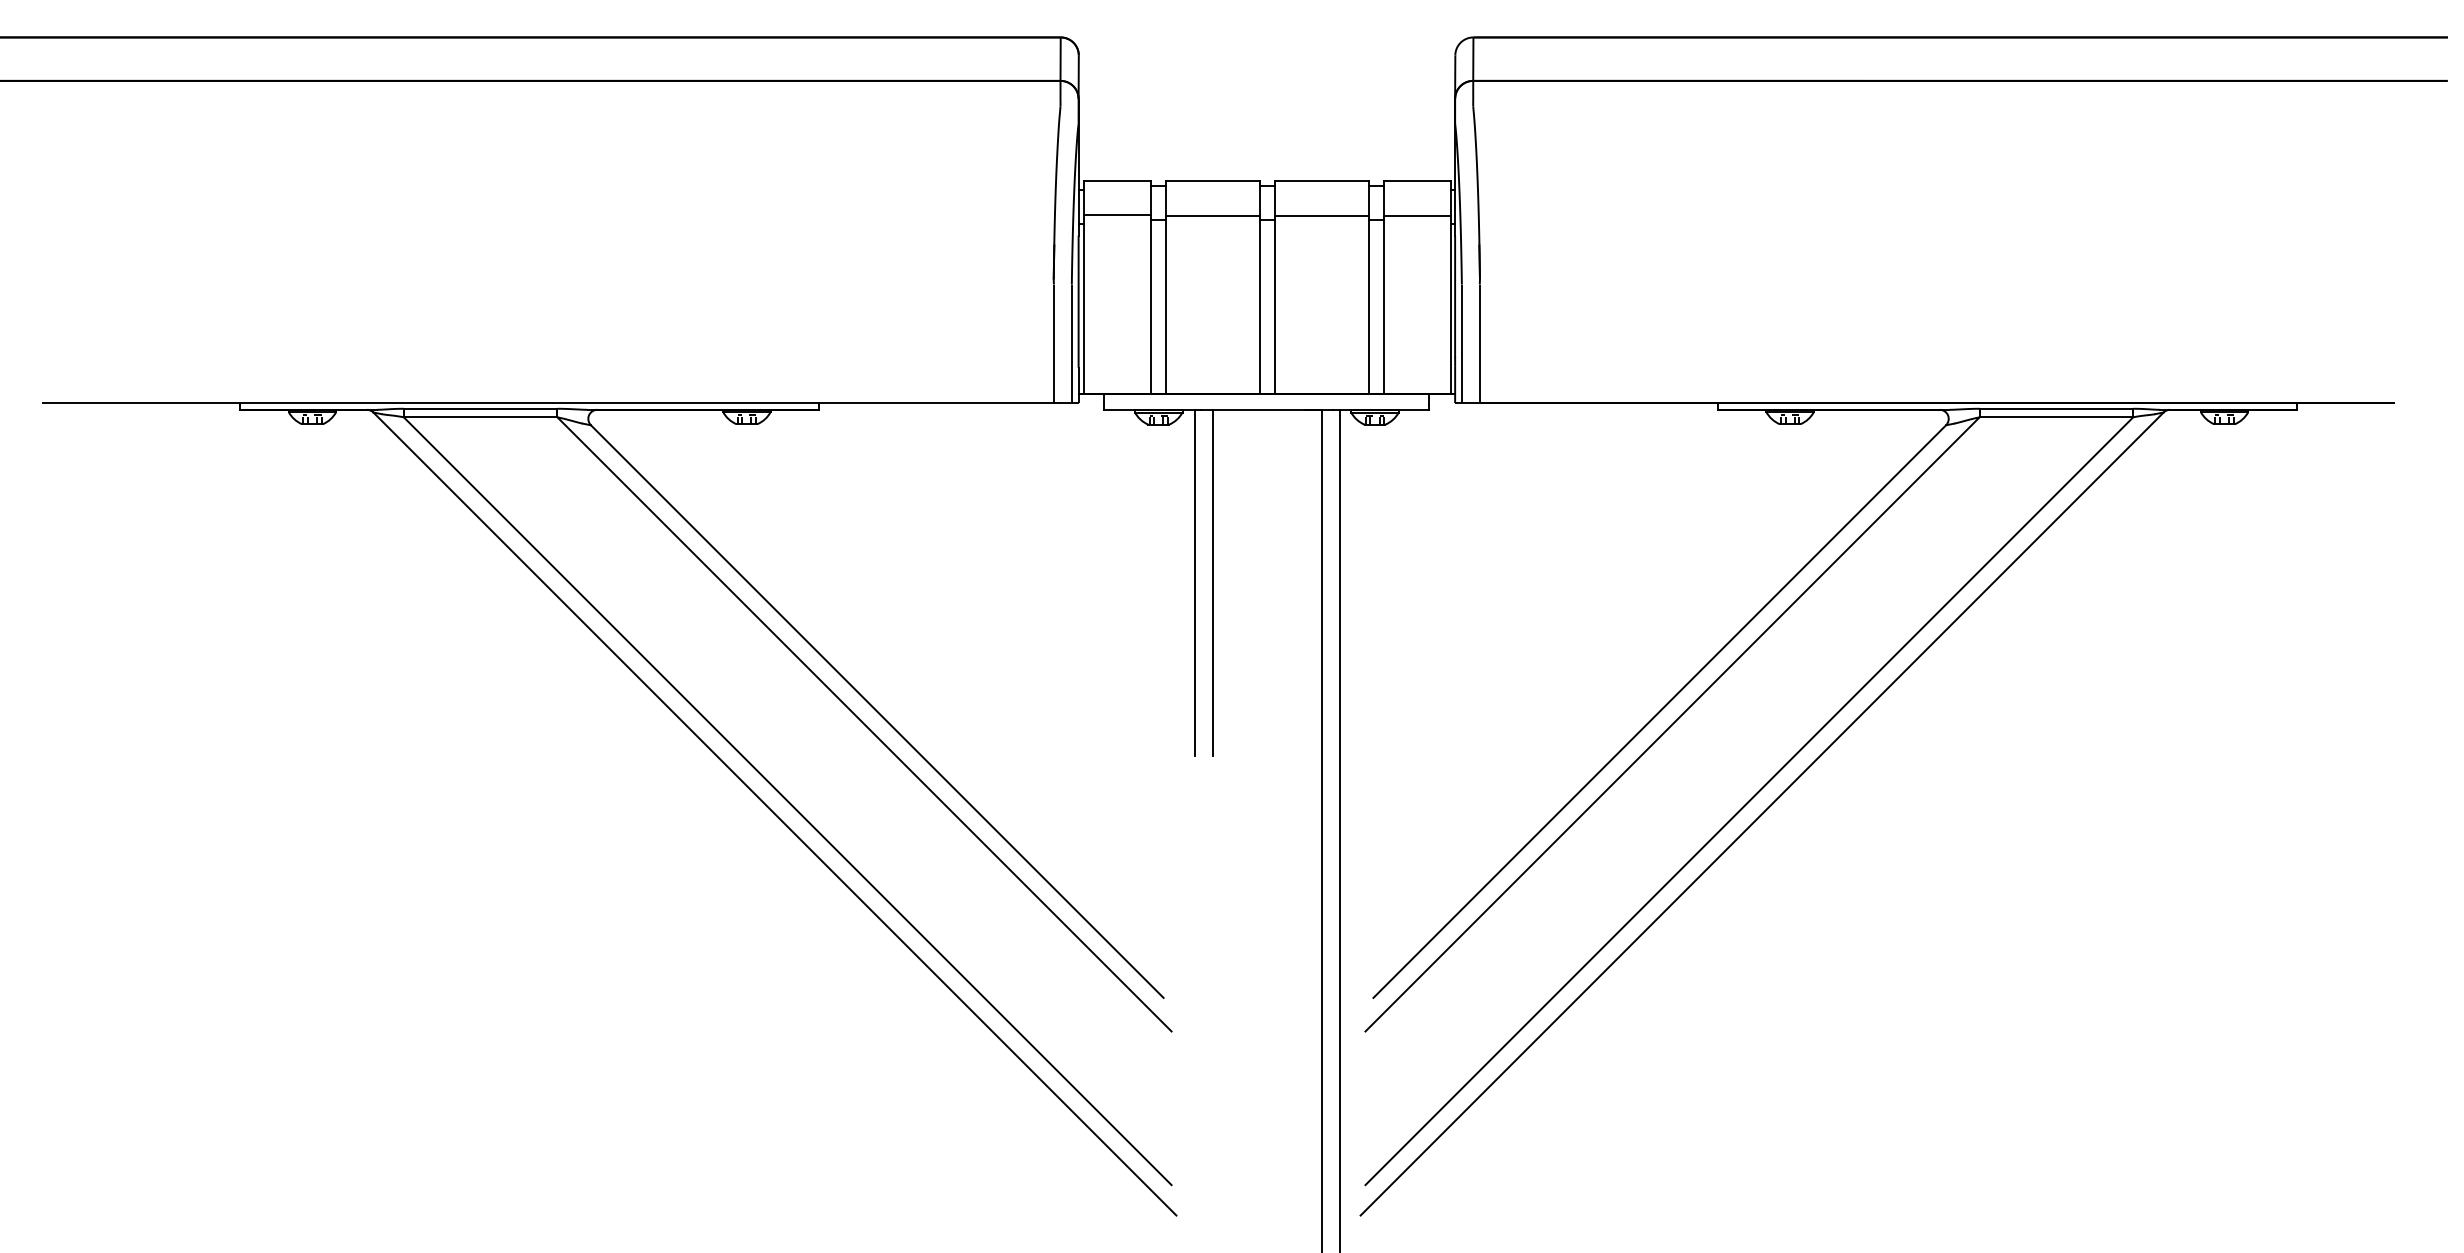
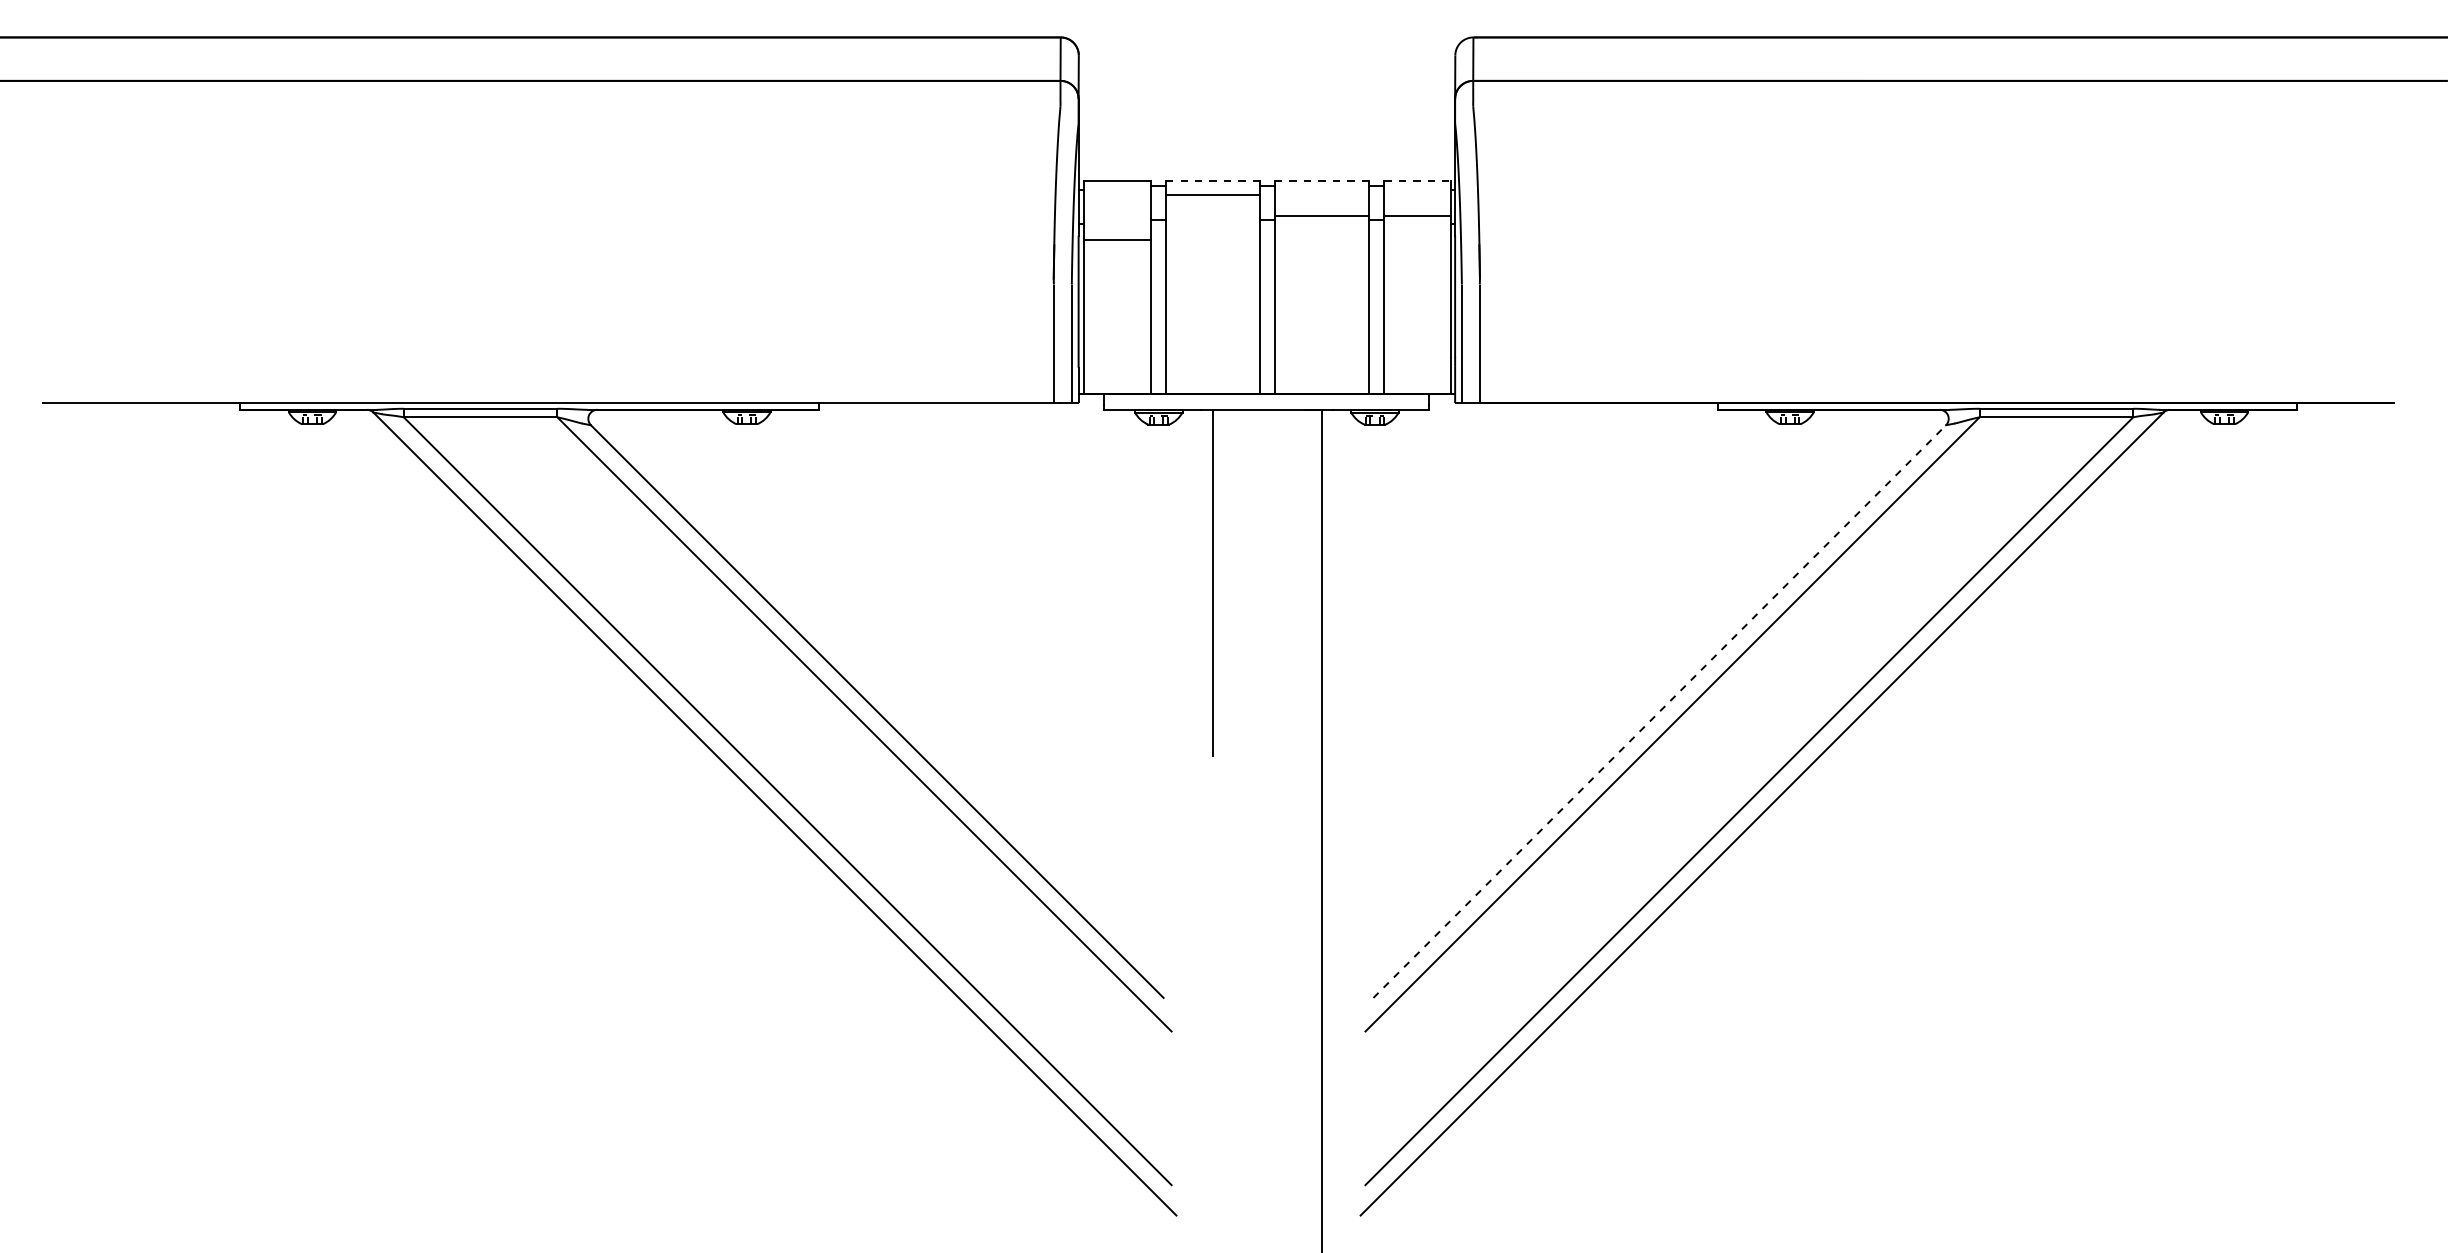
line at (1213, 181): solid -> dashed
line at (1322, 181): solid -> dashed
line at (1418, 181): solid -> dashed
line at (1117, 215) position: (1117, 215) -> (1117, 240)
line at (1213, 215) position: (1213, 215) -> (1213, 194)
line at (1194, 583): present -> none
line at (1659, 711): solid -> dashed
line at (1339, 829): present -> none
